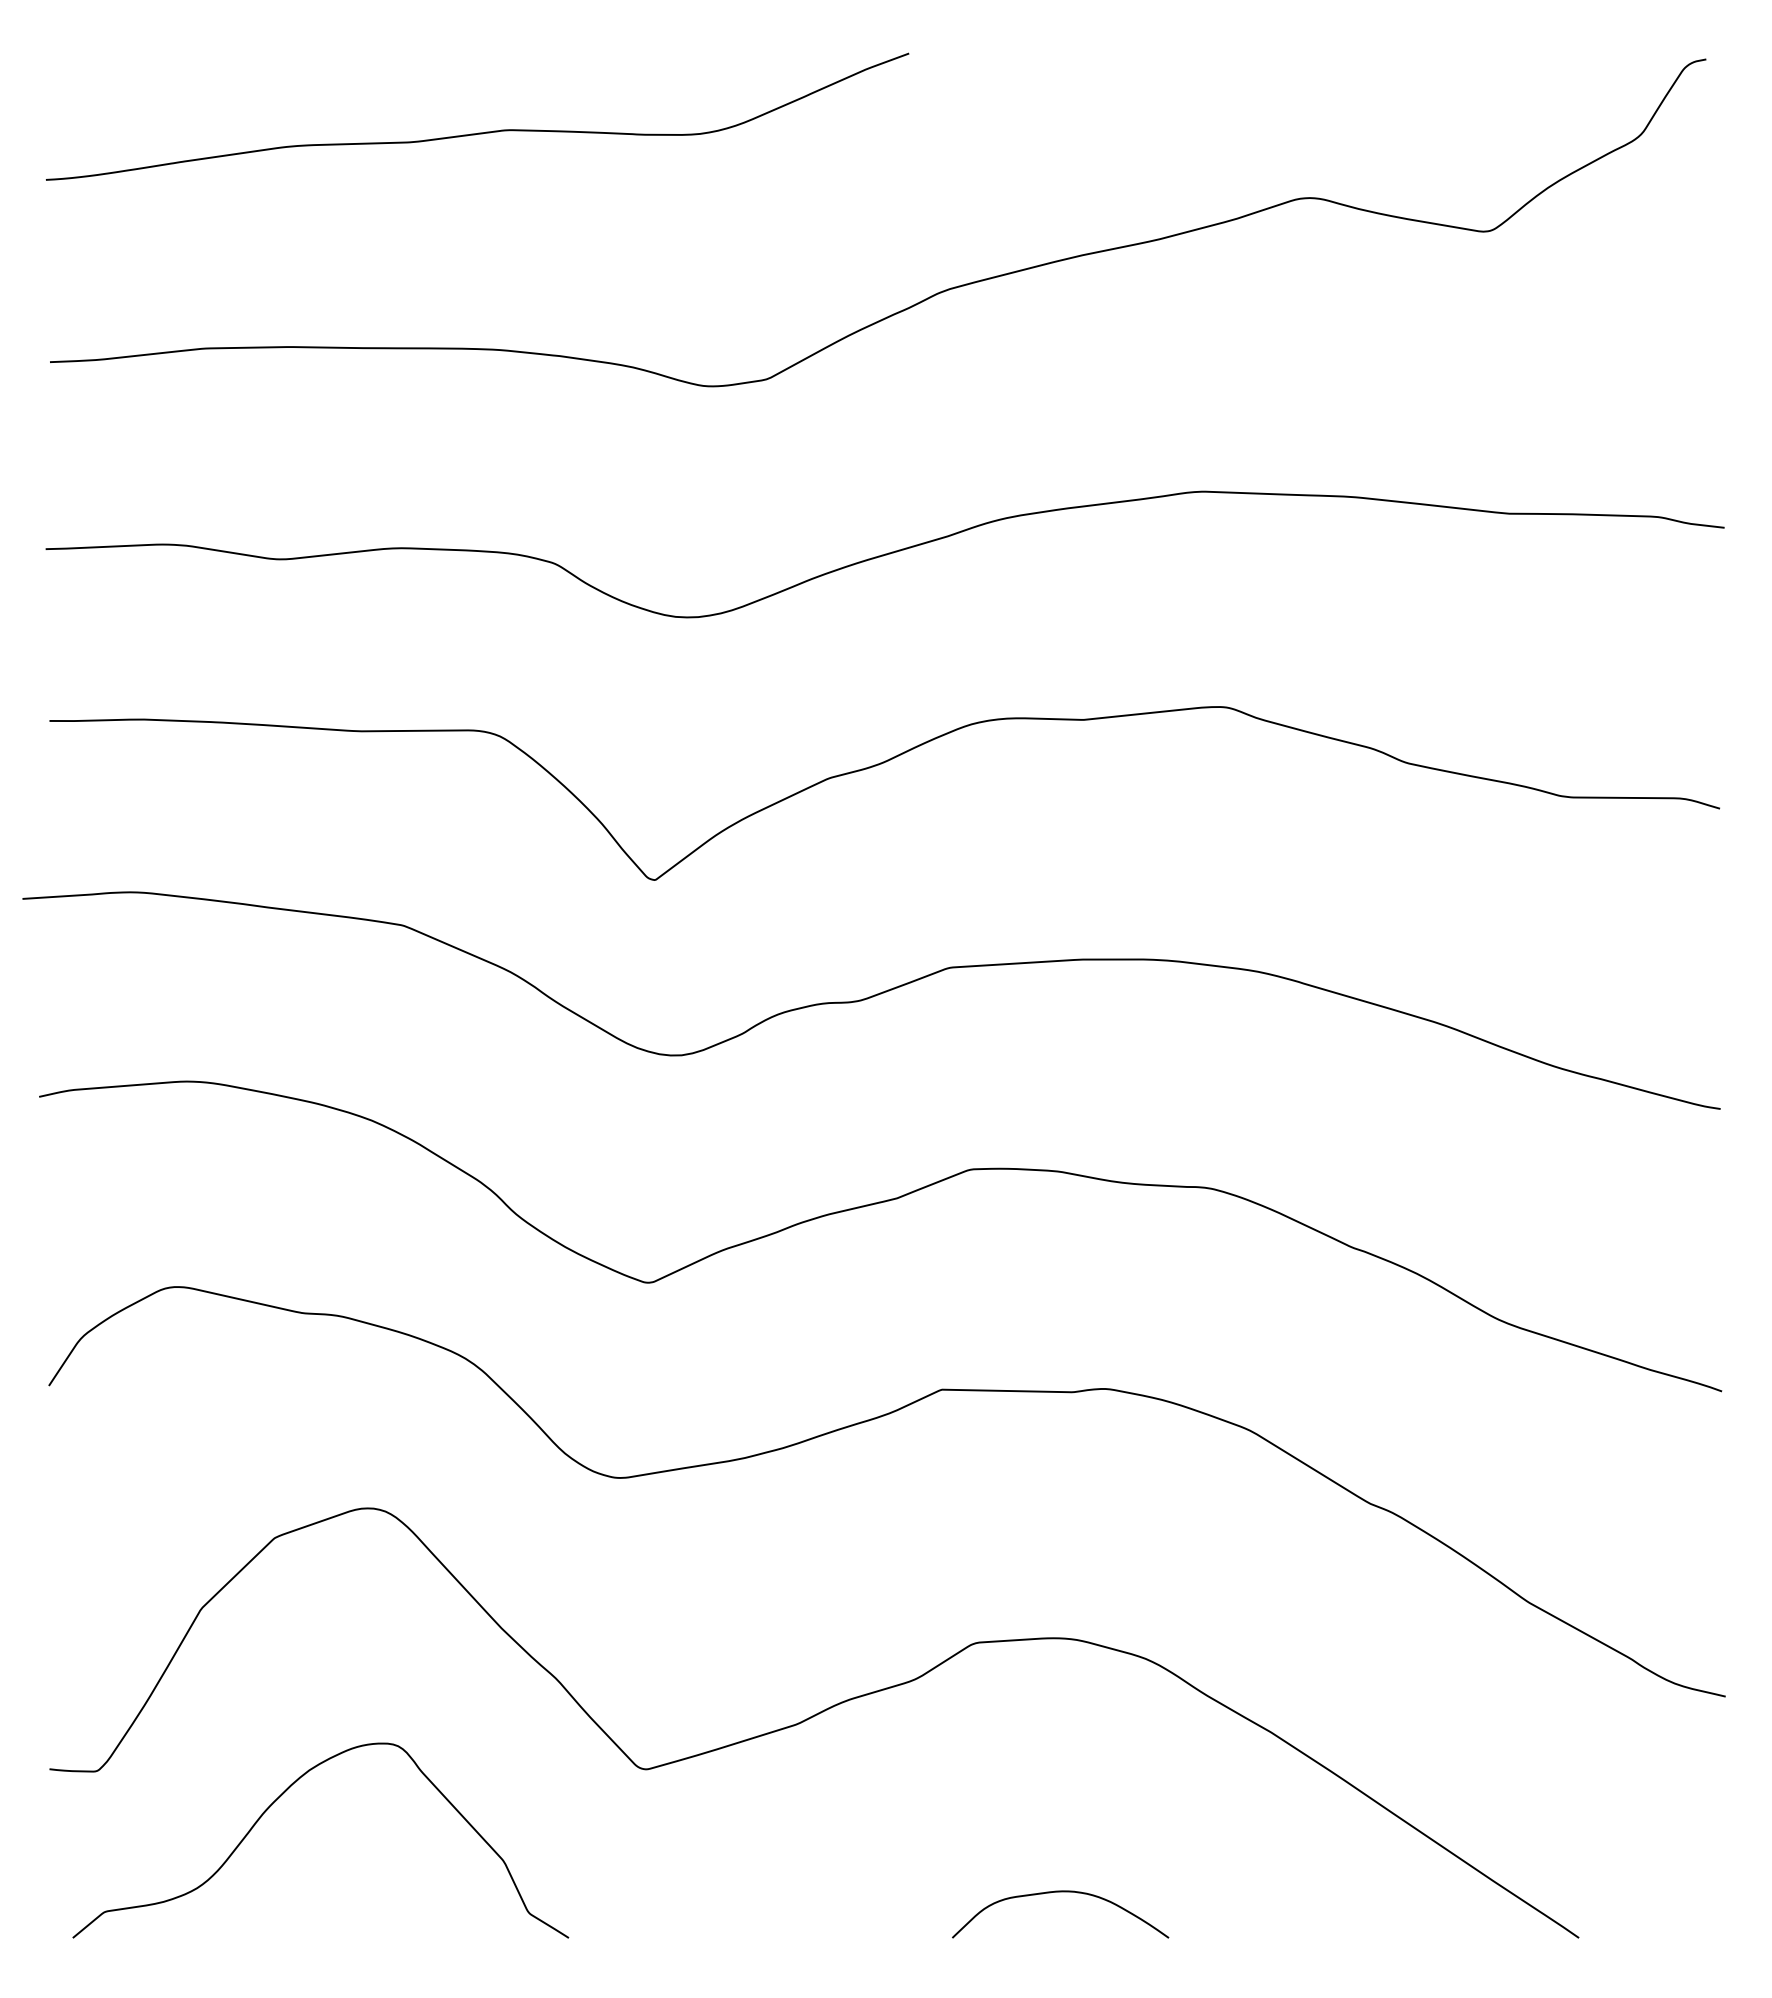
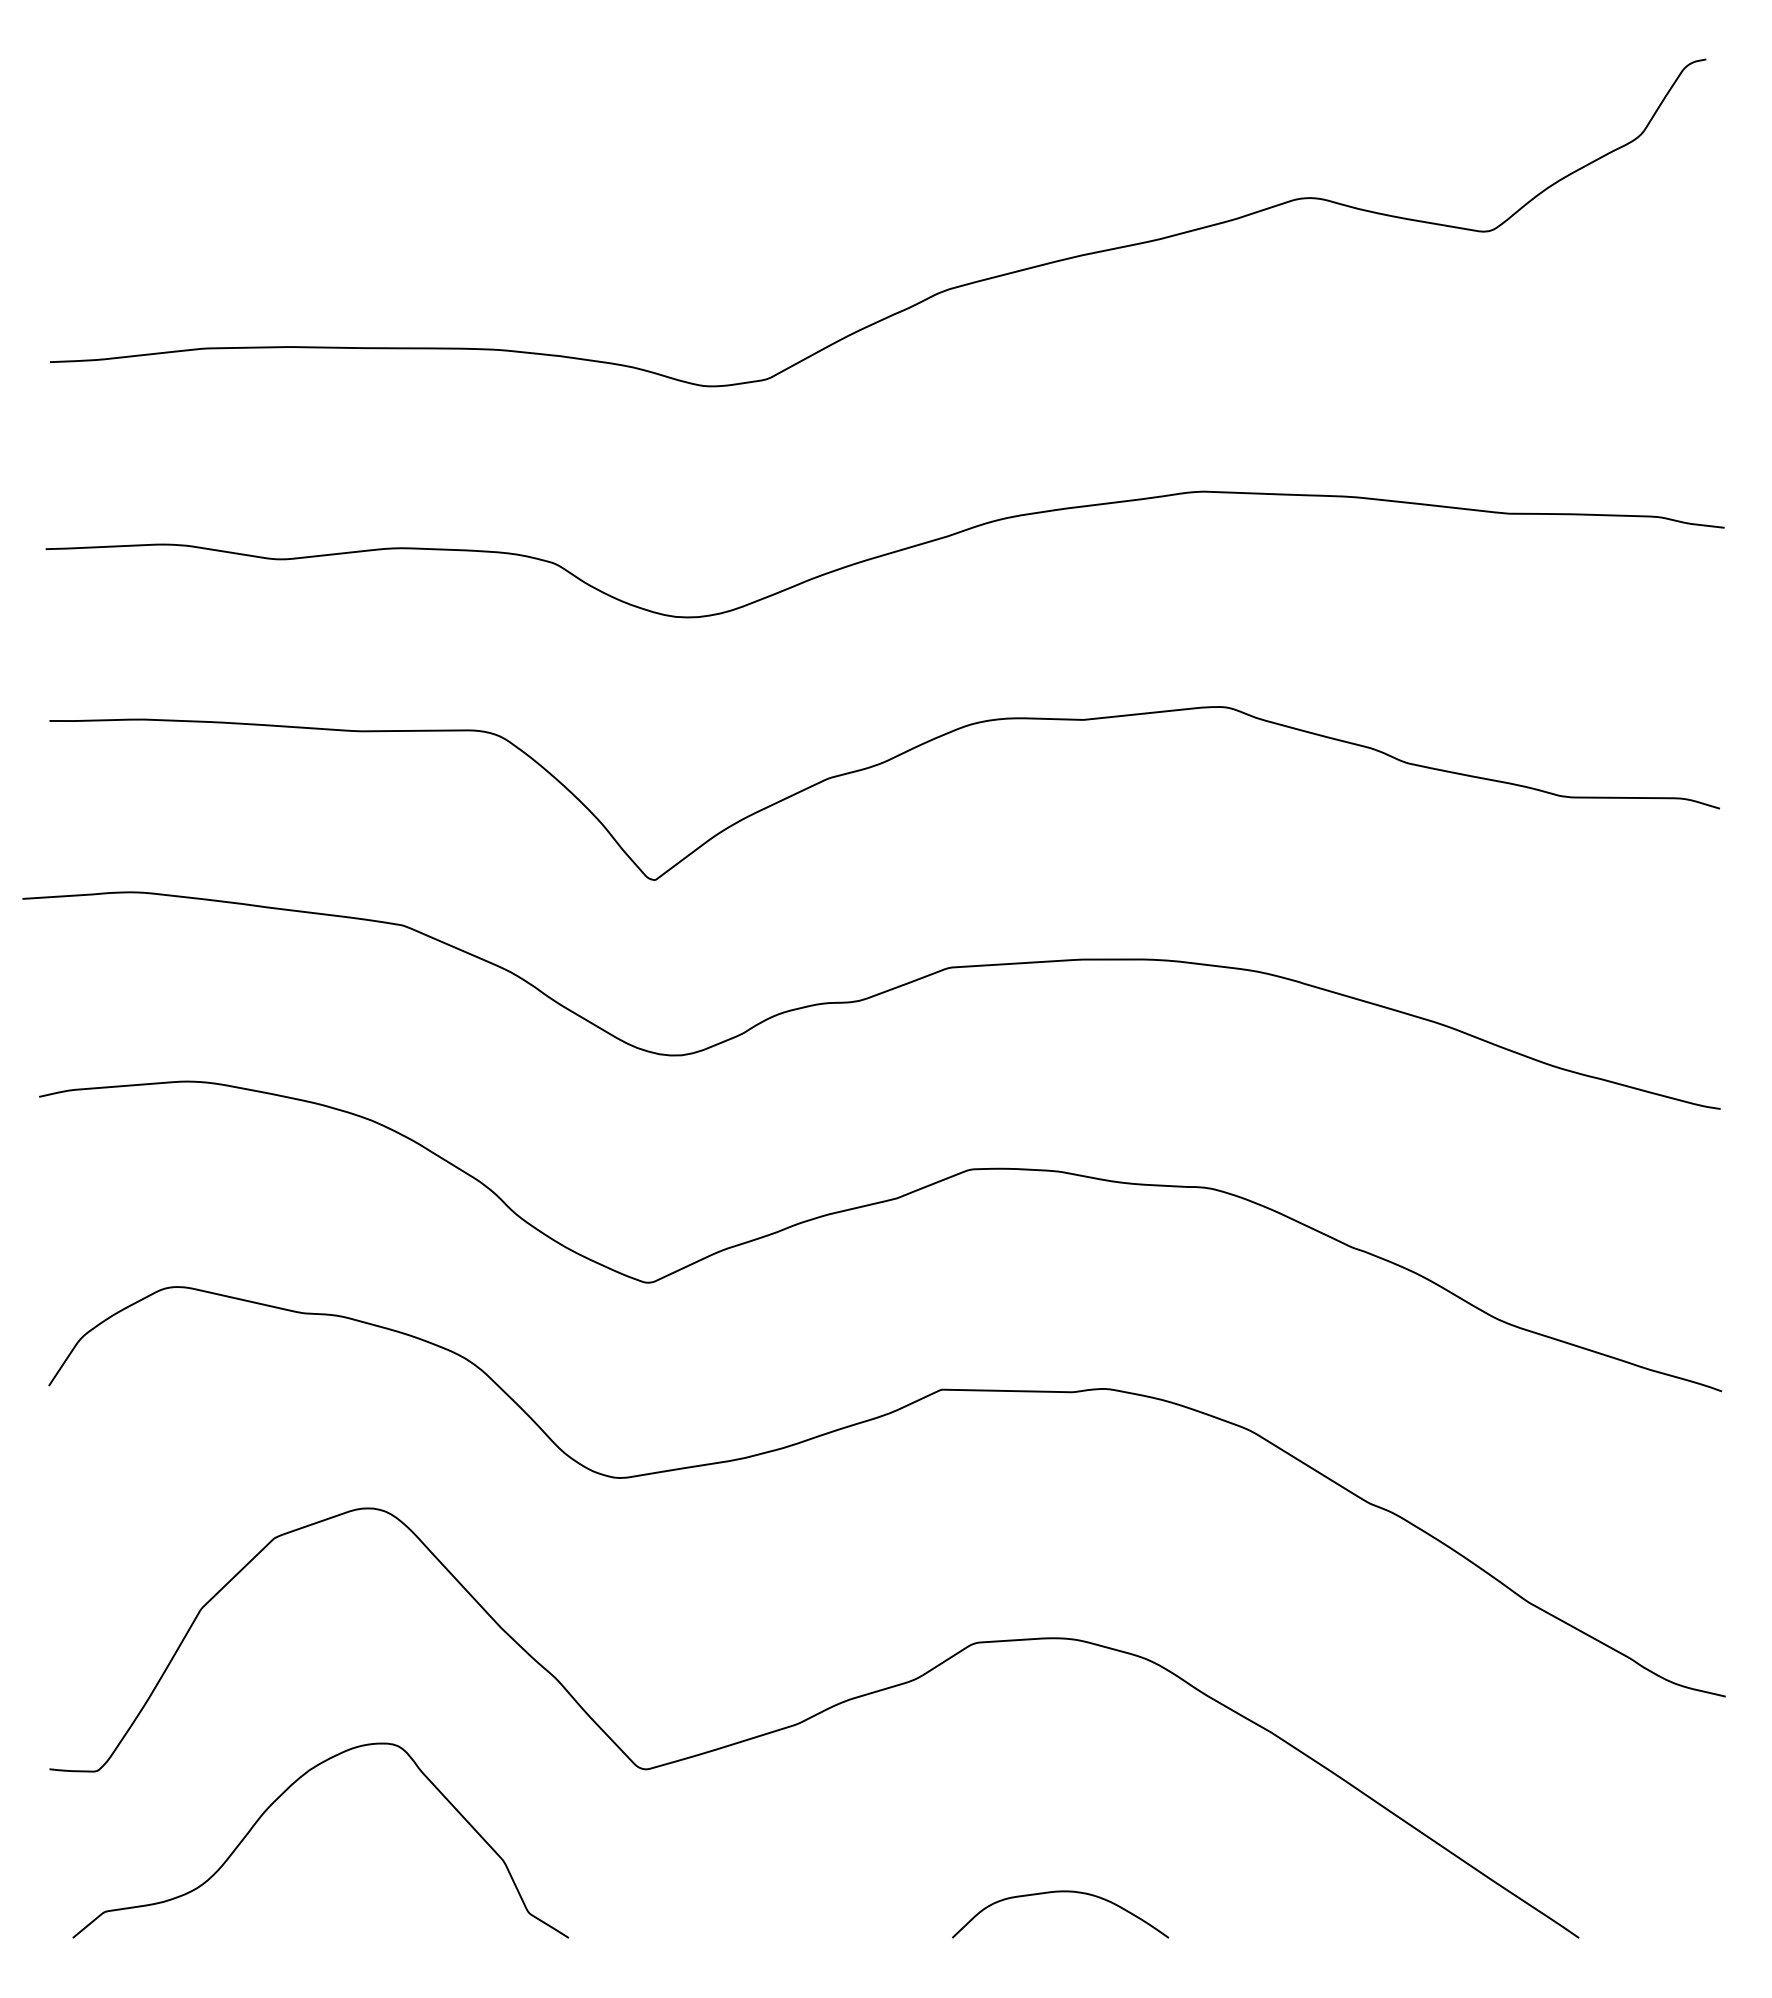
curve at (478, 132): present -> none
